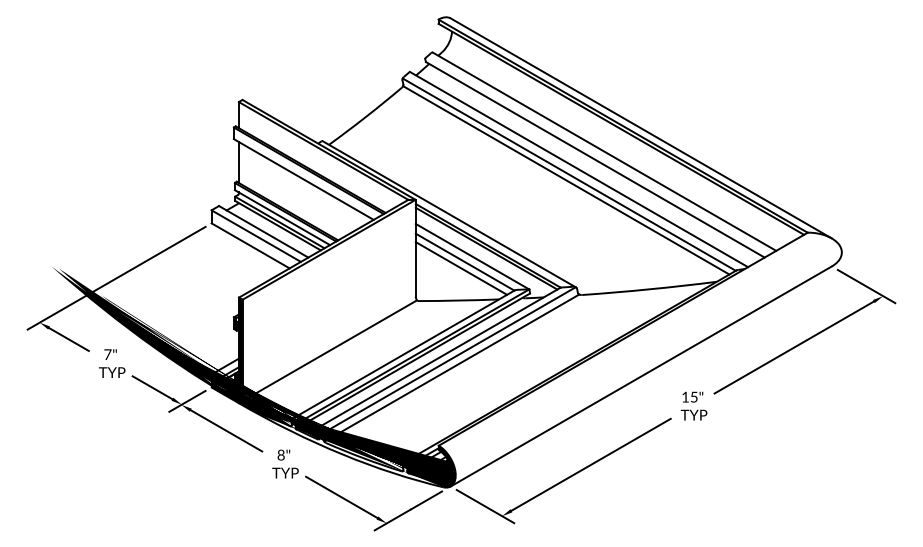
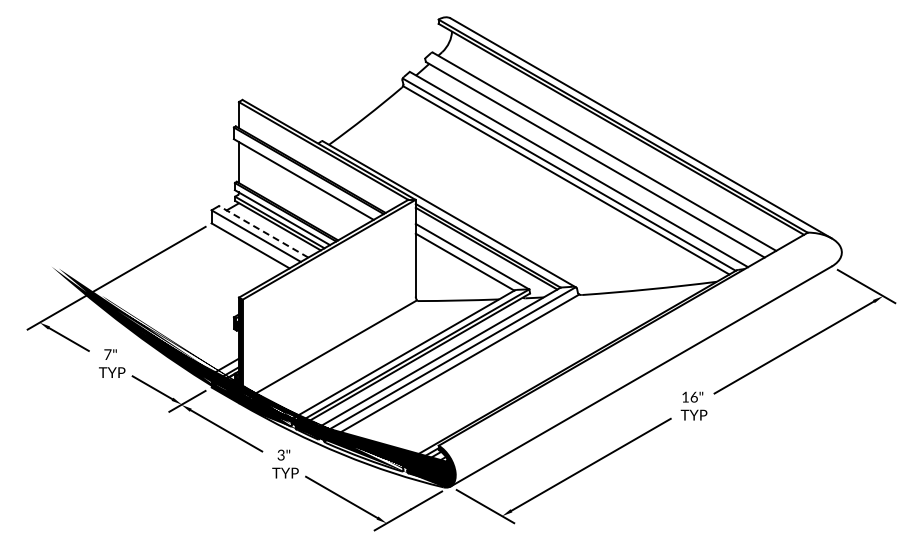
line at (263, 231): solid -> dashed
line at (461, 268): present -> none
text at (693, 396): 15" -> 16"
text at (280, 454): 8" -> 3"
